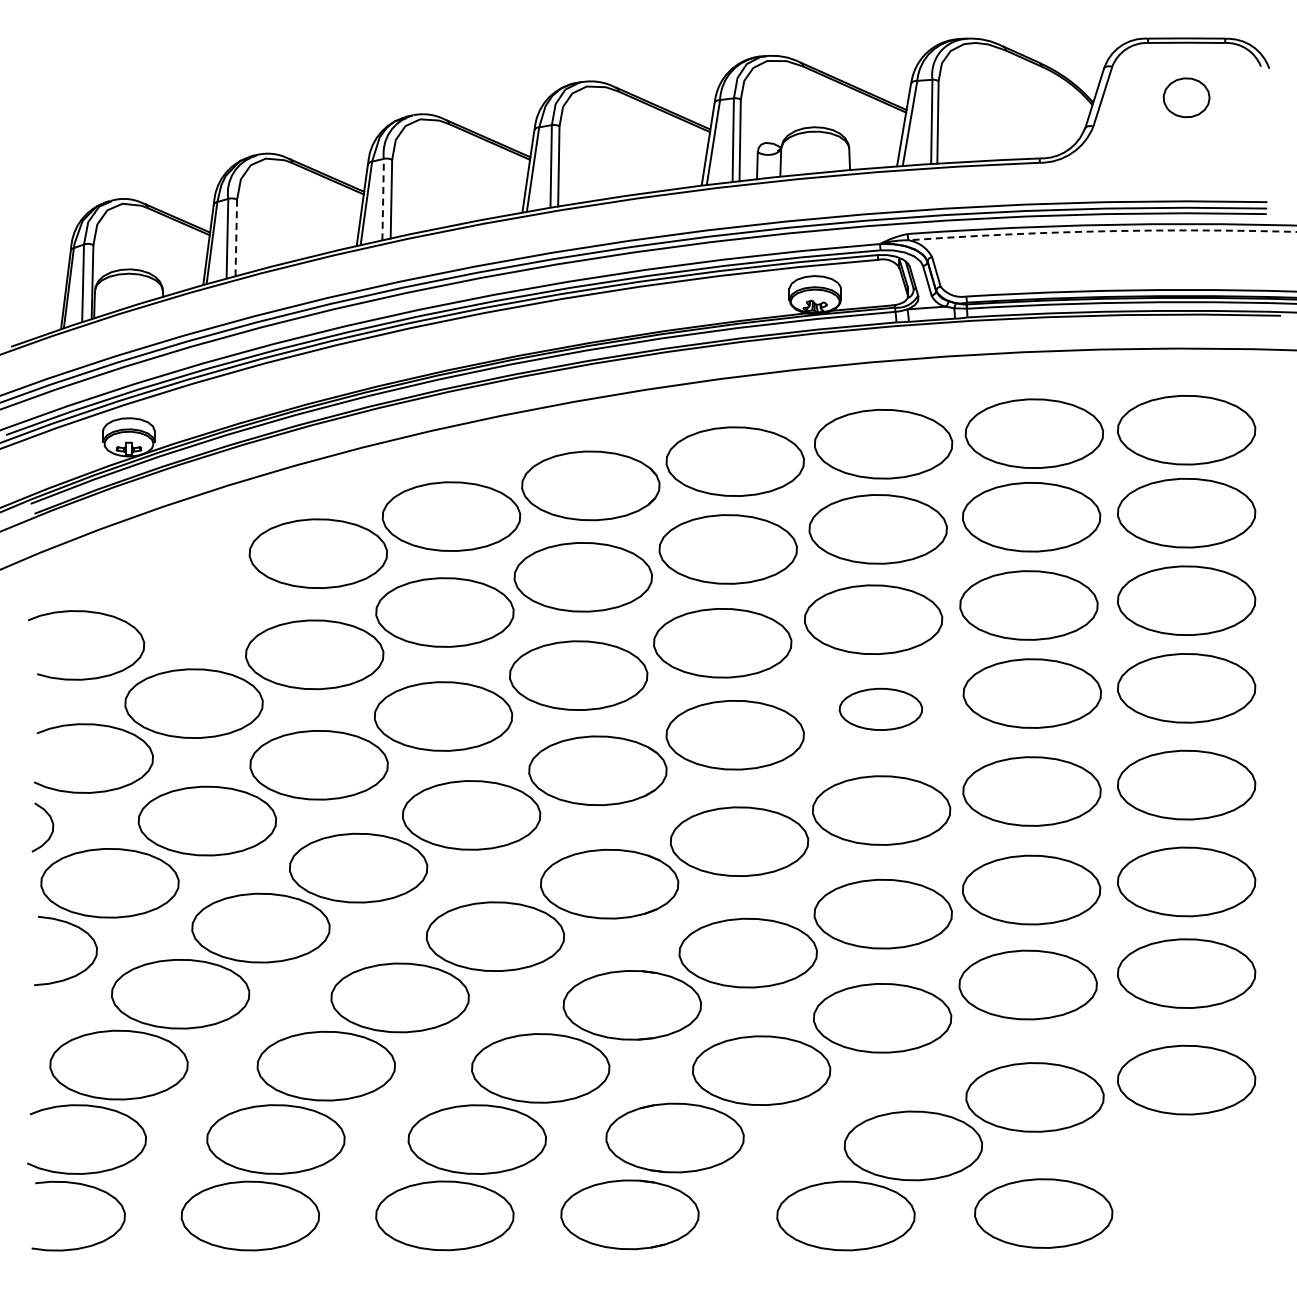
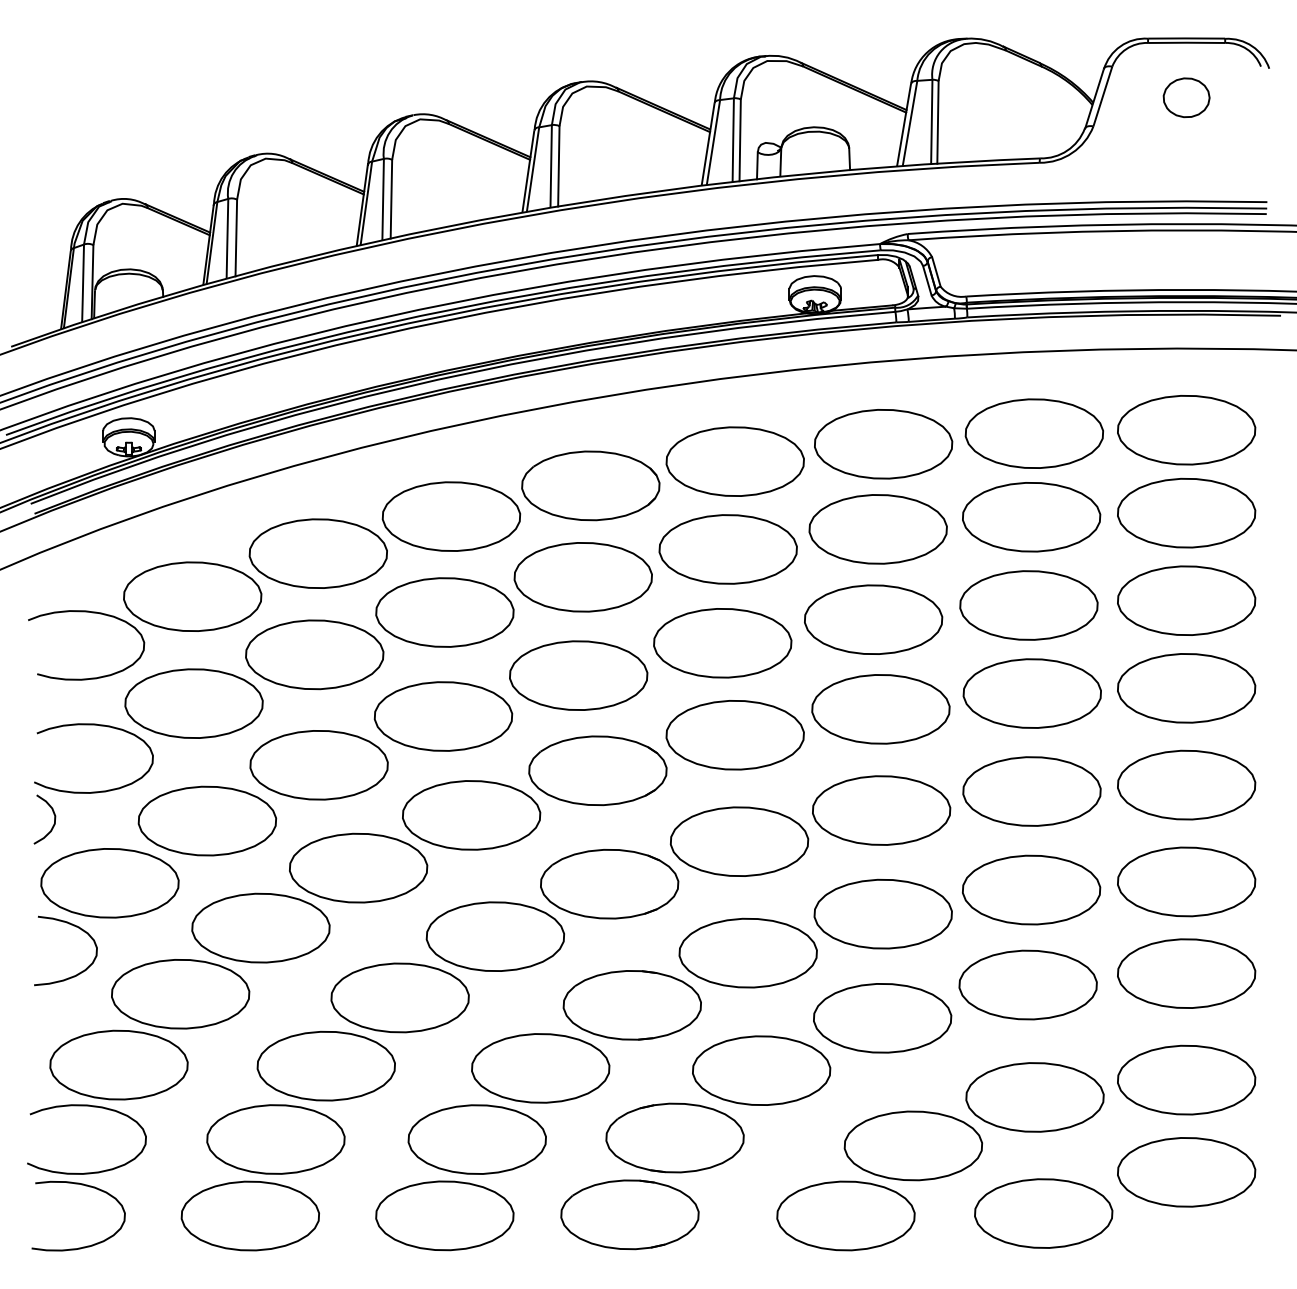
line at (383, 200): dashed -> solid
arc at (1103, 231): dashed -> solid
line at (236, 238): dashed -> solid
part at (192, 596): none -> present
part at (880, 708) size: 86x44 px -> 140x71 px
curve at (51, 831) position: (51, 831) -> (53, 823)
part at (1186, 1172): none -> present
